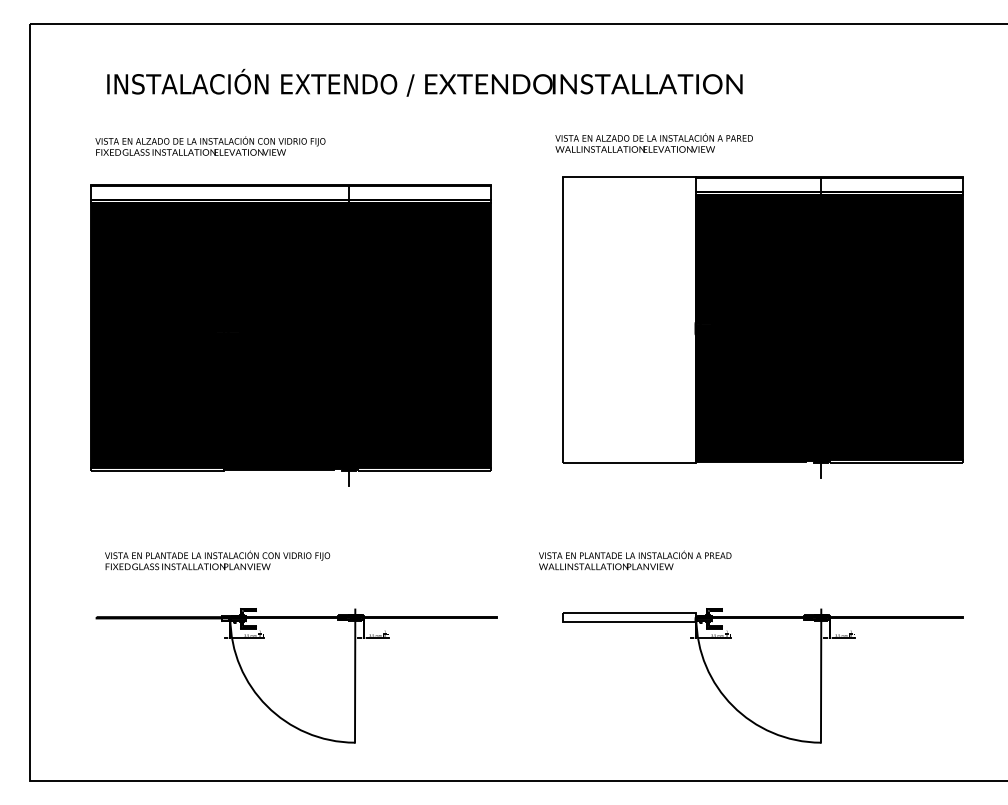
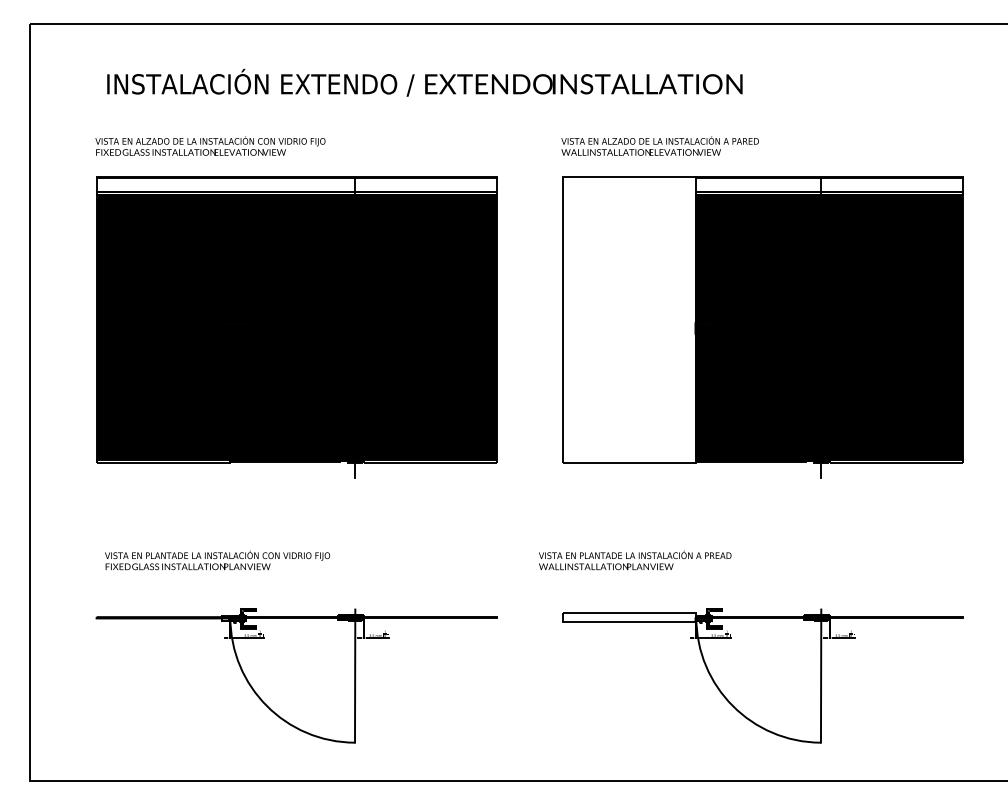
text at (653, 142) position: (653, 142) -> (659, 145)
part at (290, 335) position: (290, 335) -> (296, 327)
